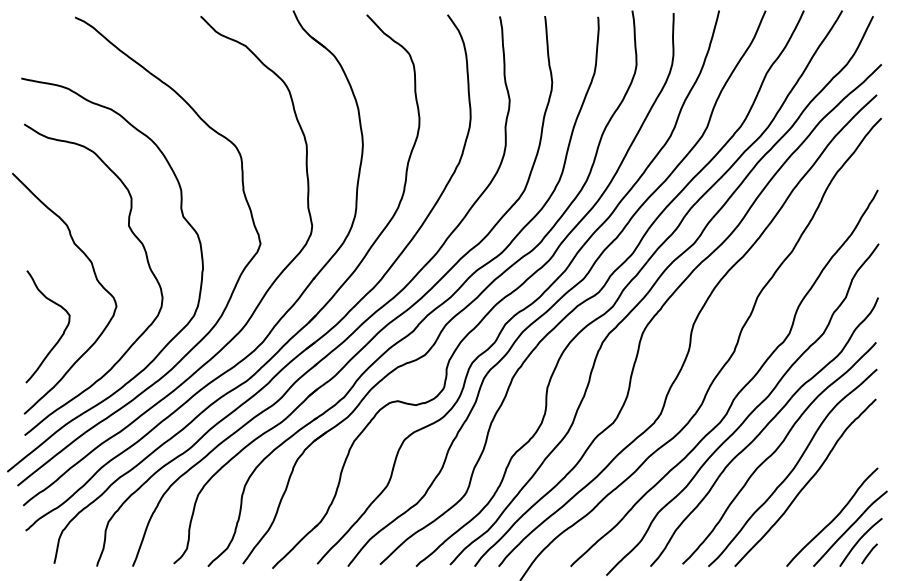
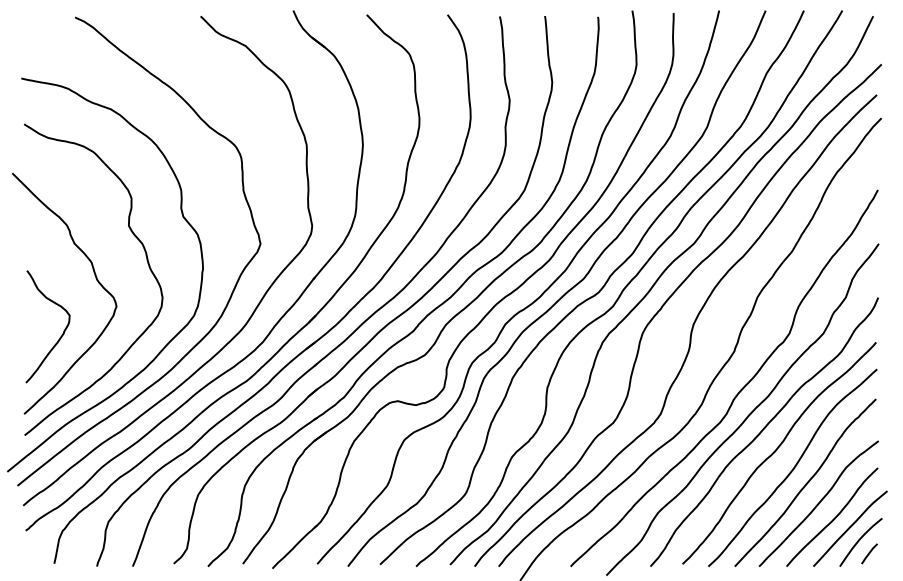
curve at (818, 503): none -> present
